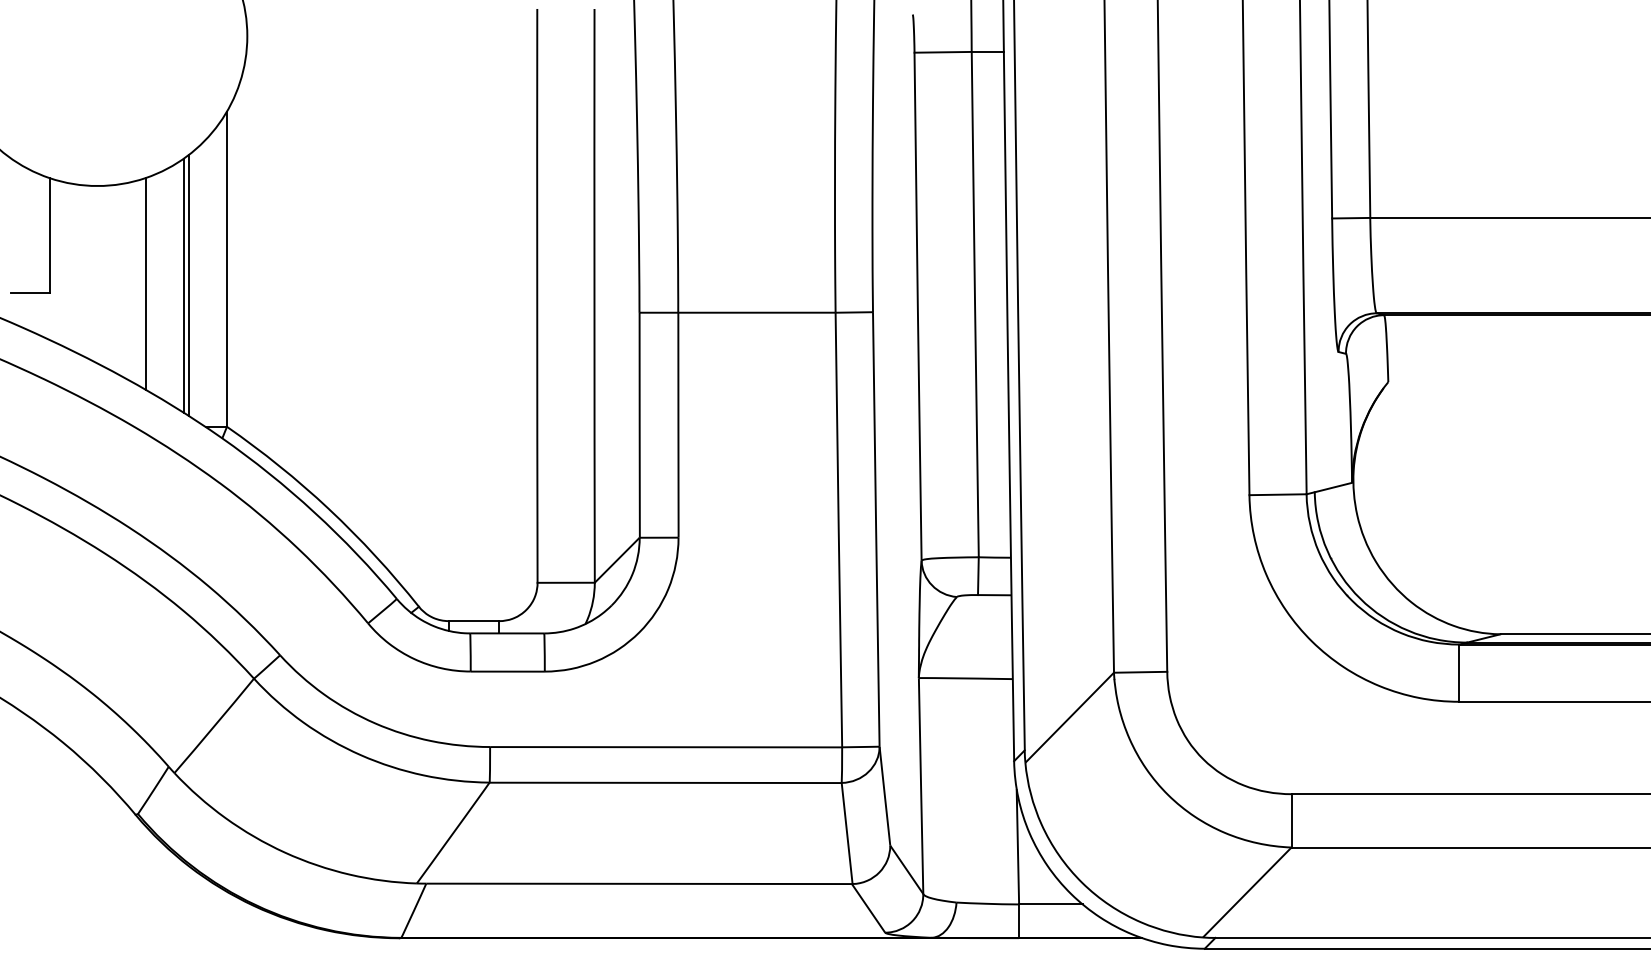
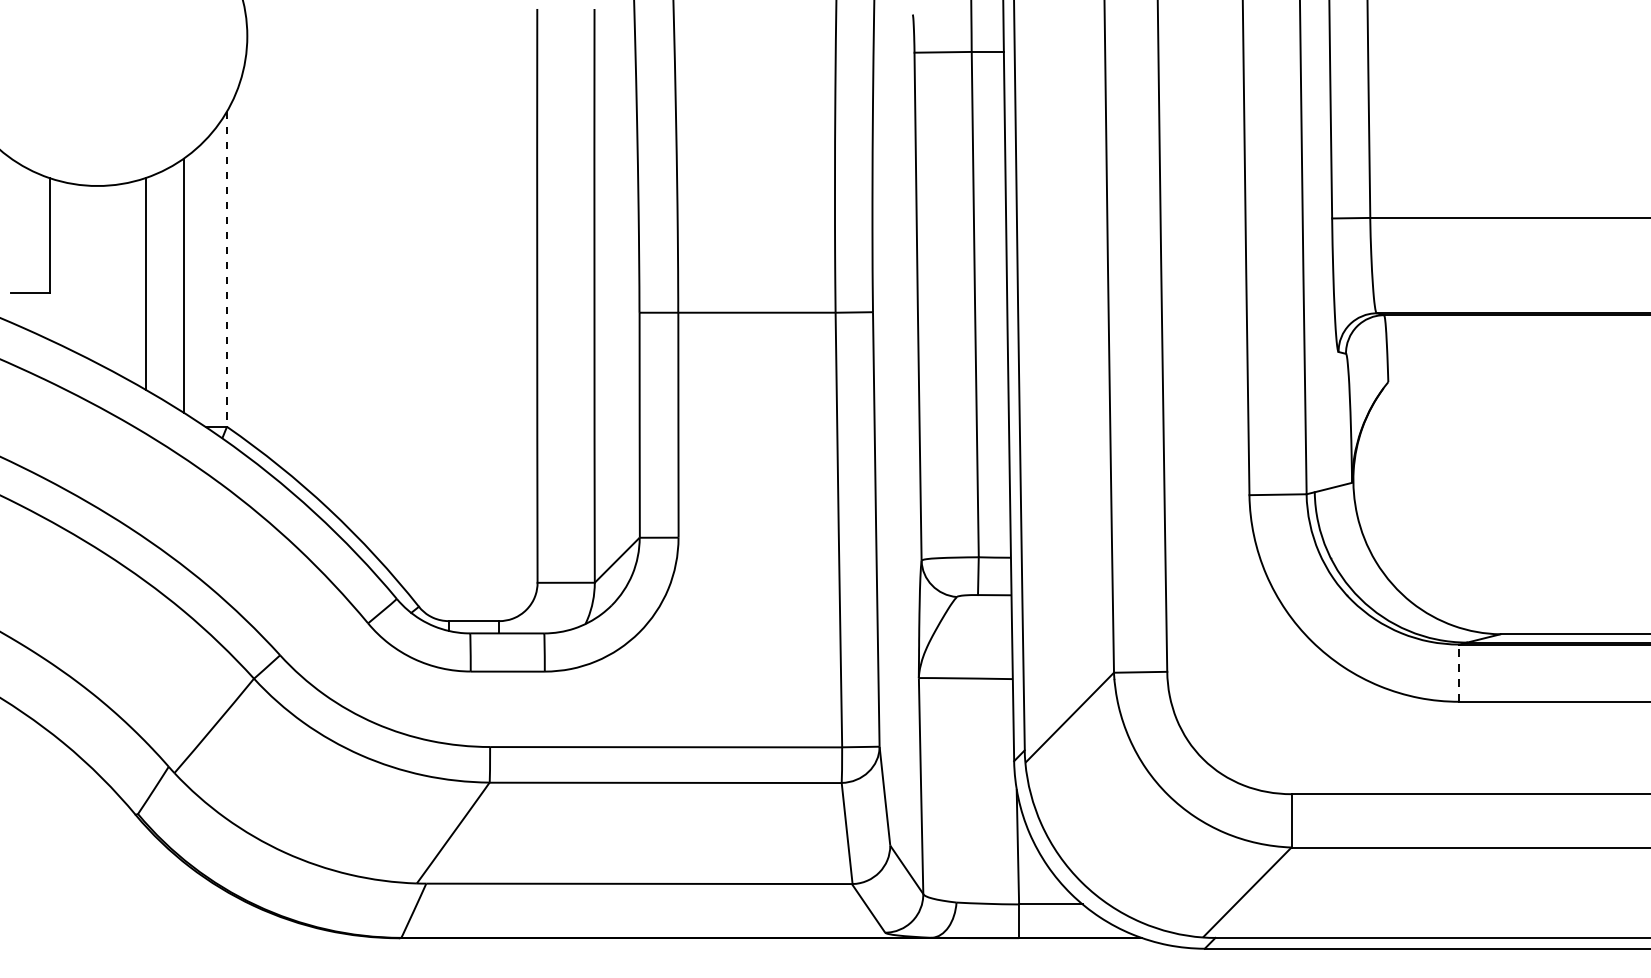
line at (226, 269): solid -> dashed
line at (188, 285): present -> none
line at (1459, 673): solid -> dashed
